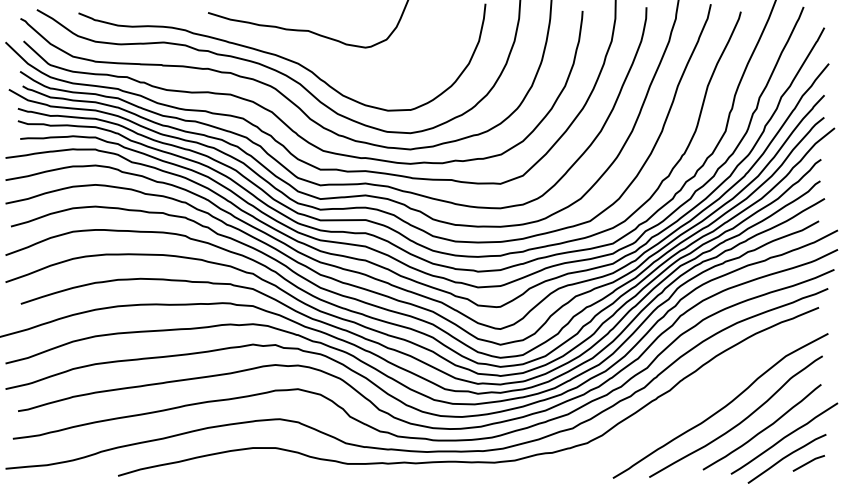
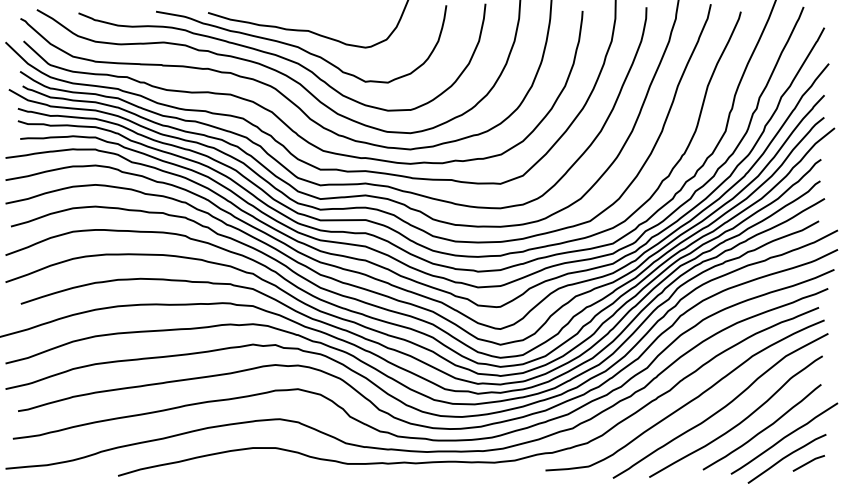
curve at (299, 46): none -> present
curve at (688, 401): none -> present
